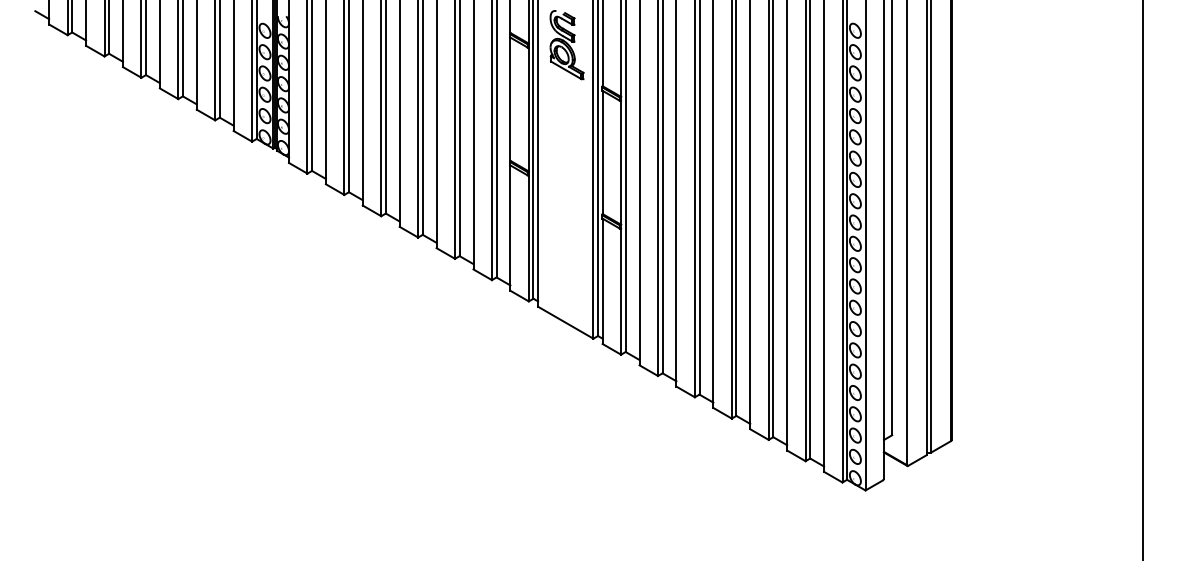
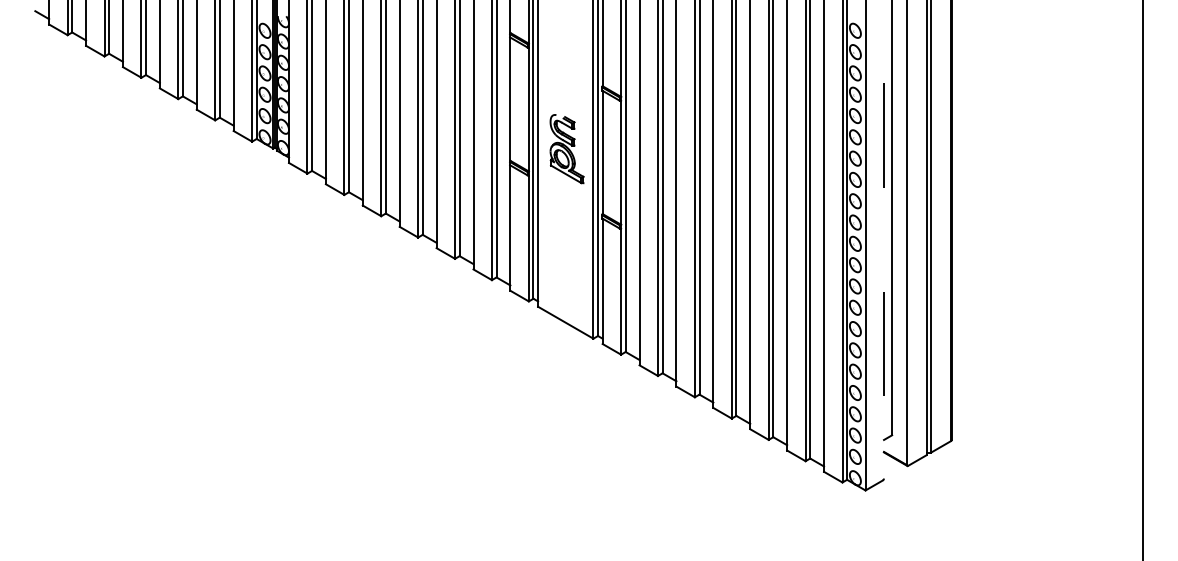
part at (566, 45) position: (566, 45) -> (566, 149)
line at (884, 239): solid -> dashed
